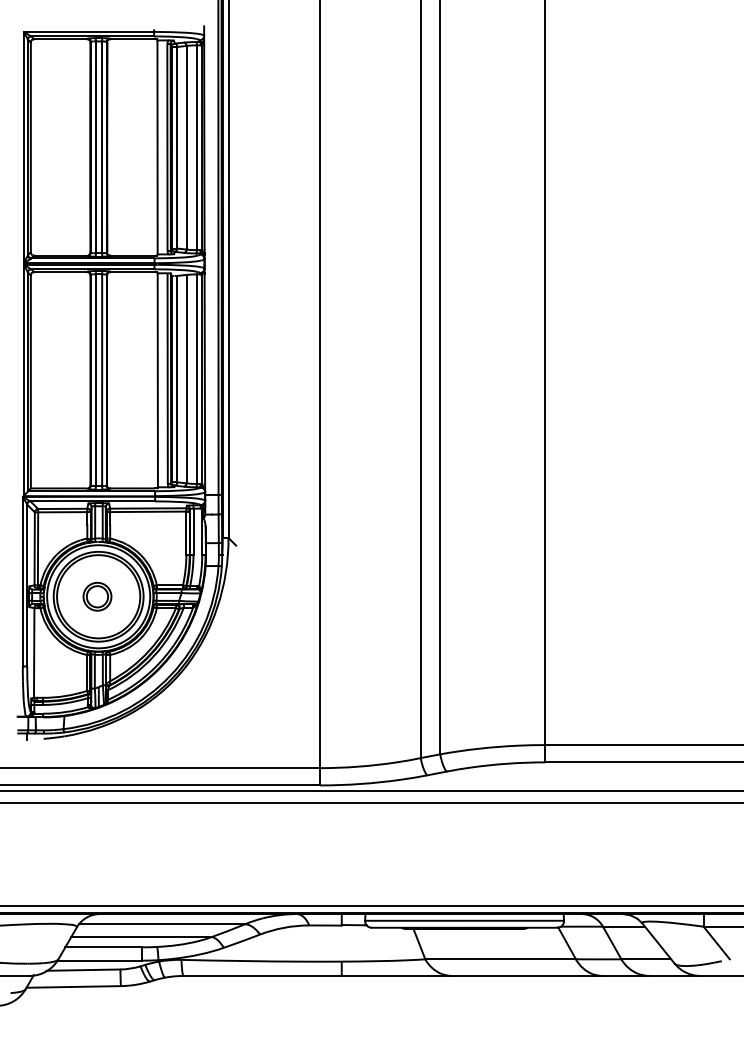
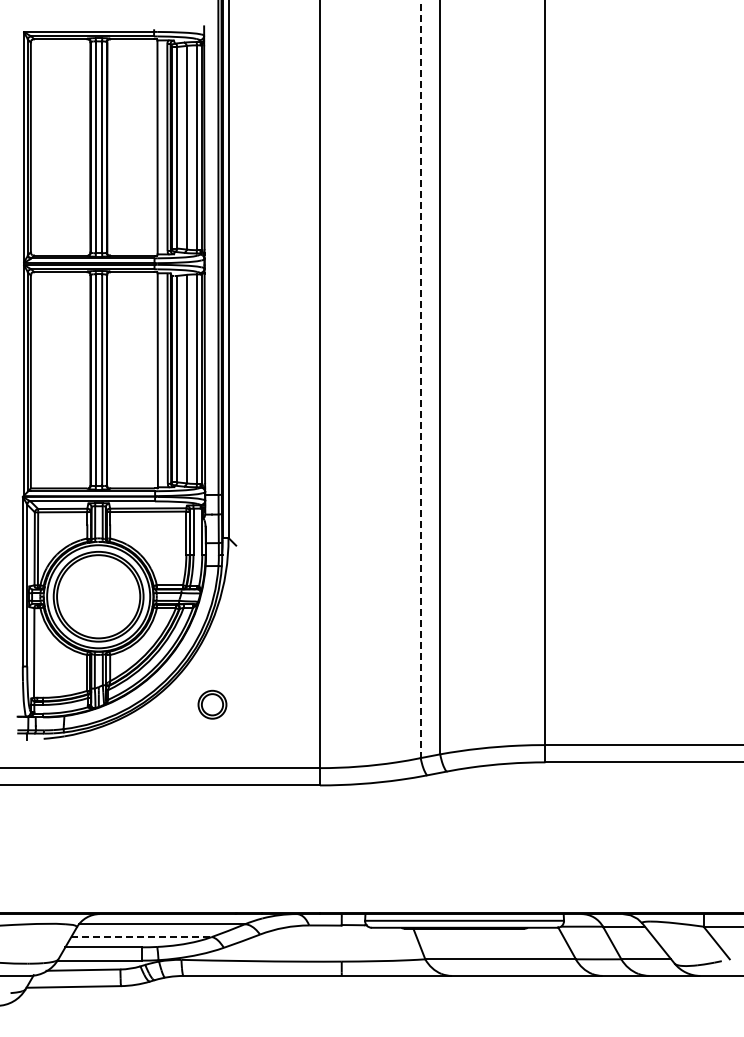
line at (420, 379): solid -> dashed
part at (97, 596) position: (97, 596) -> (212, 704)
line at (371, 791): present -> none
line at (371, 802): present -> none
line at (371, 906): present -> none
line at (142, 937): solid -> dashed
